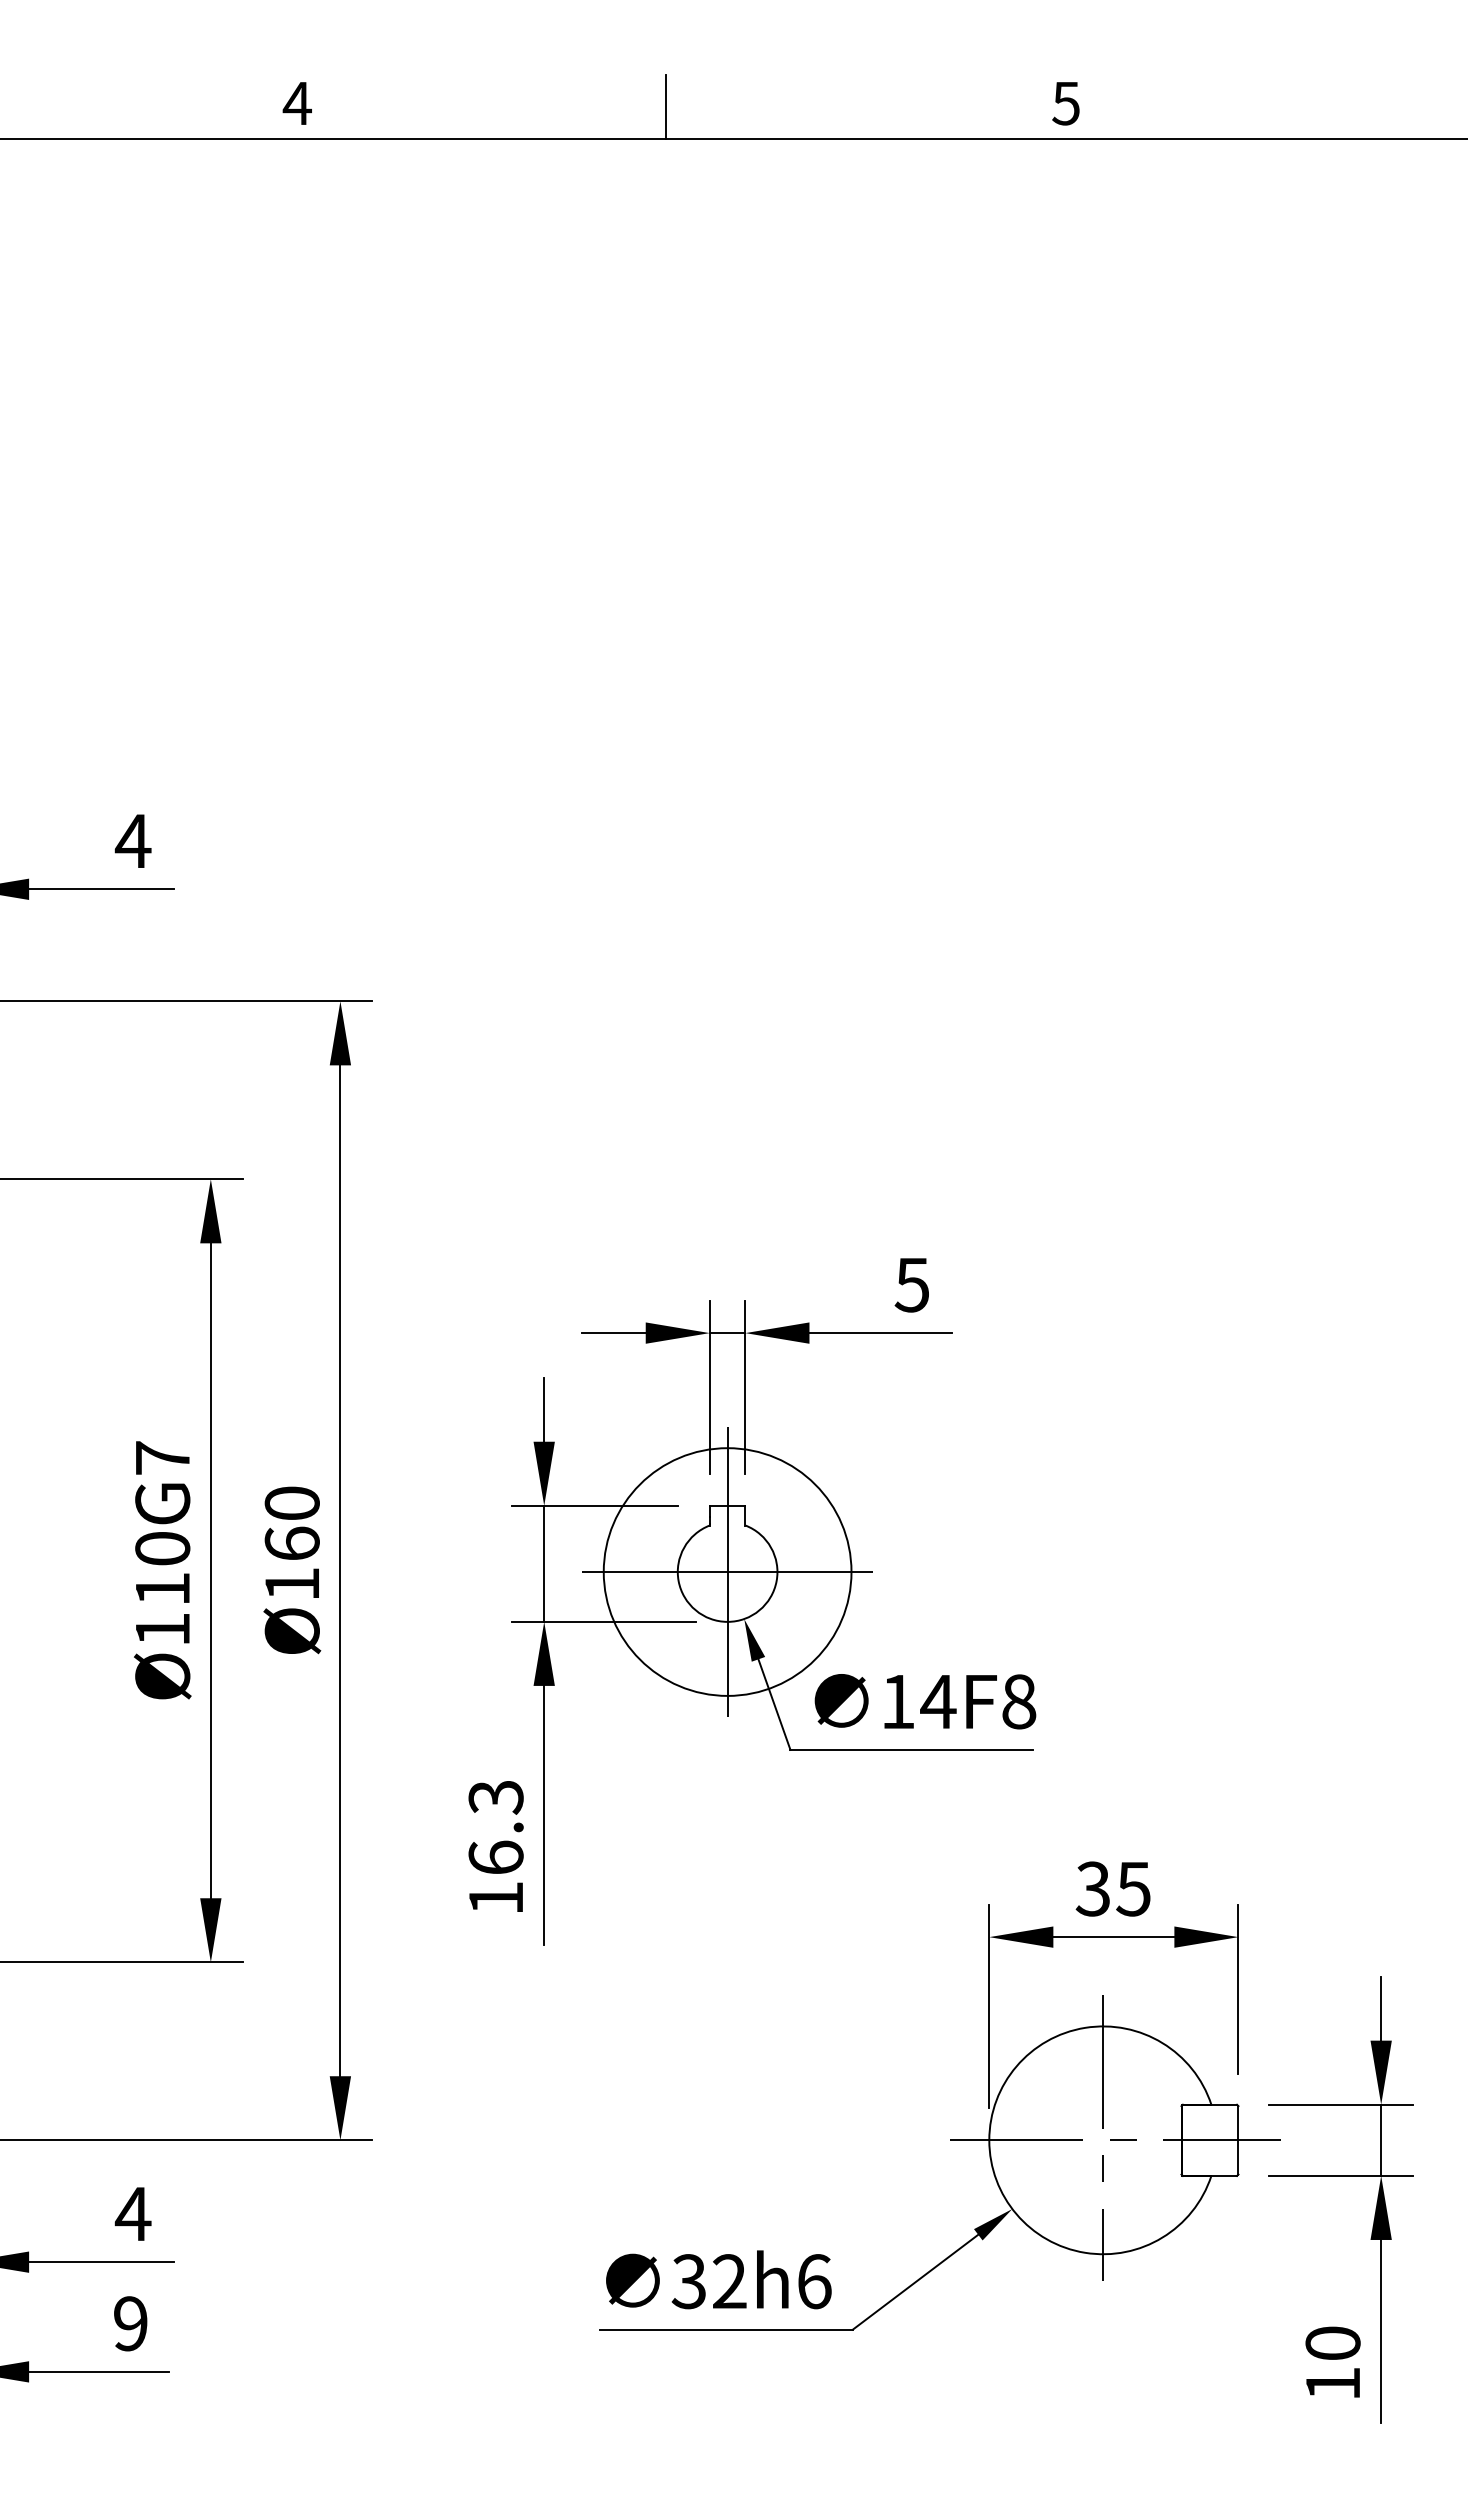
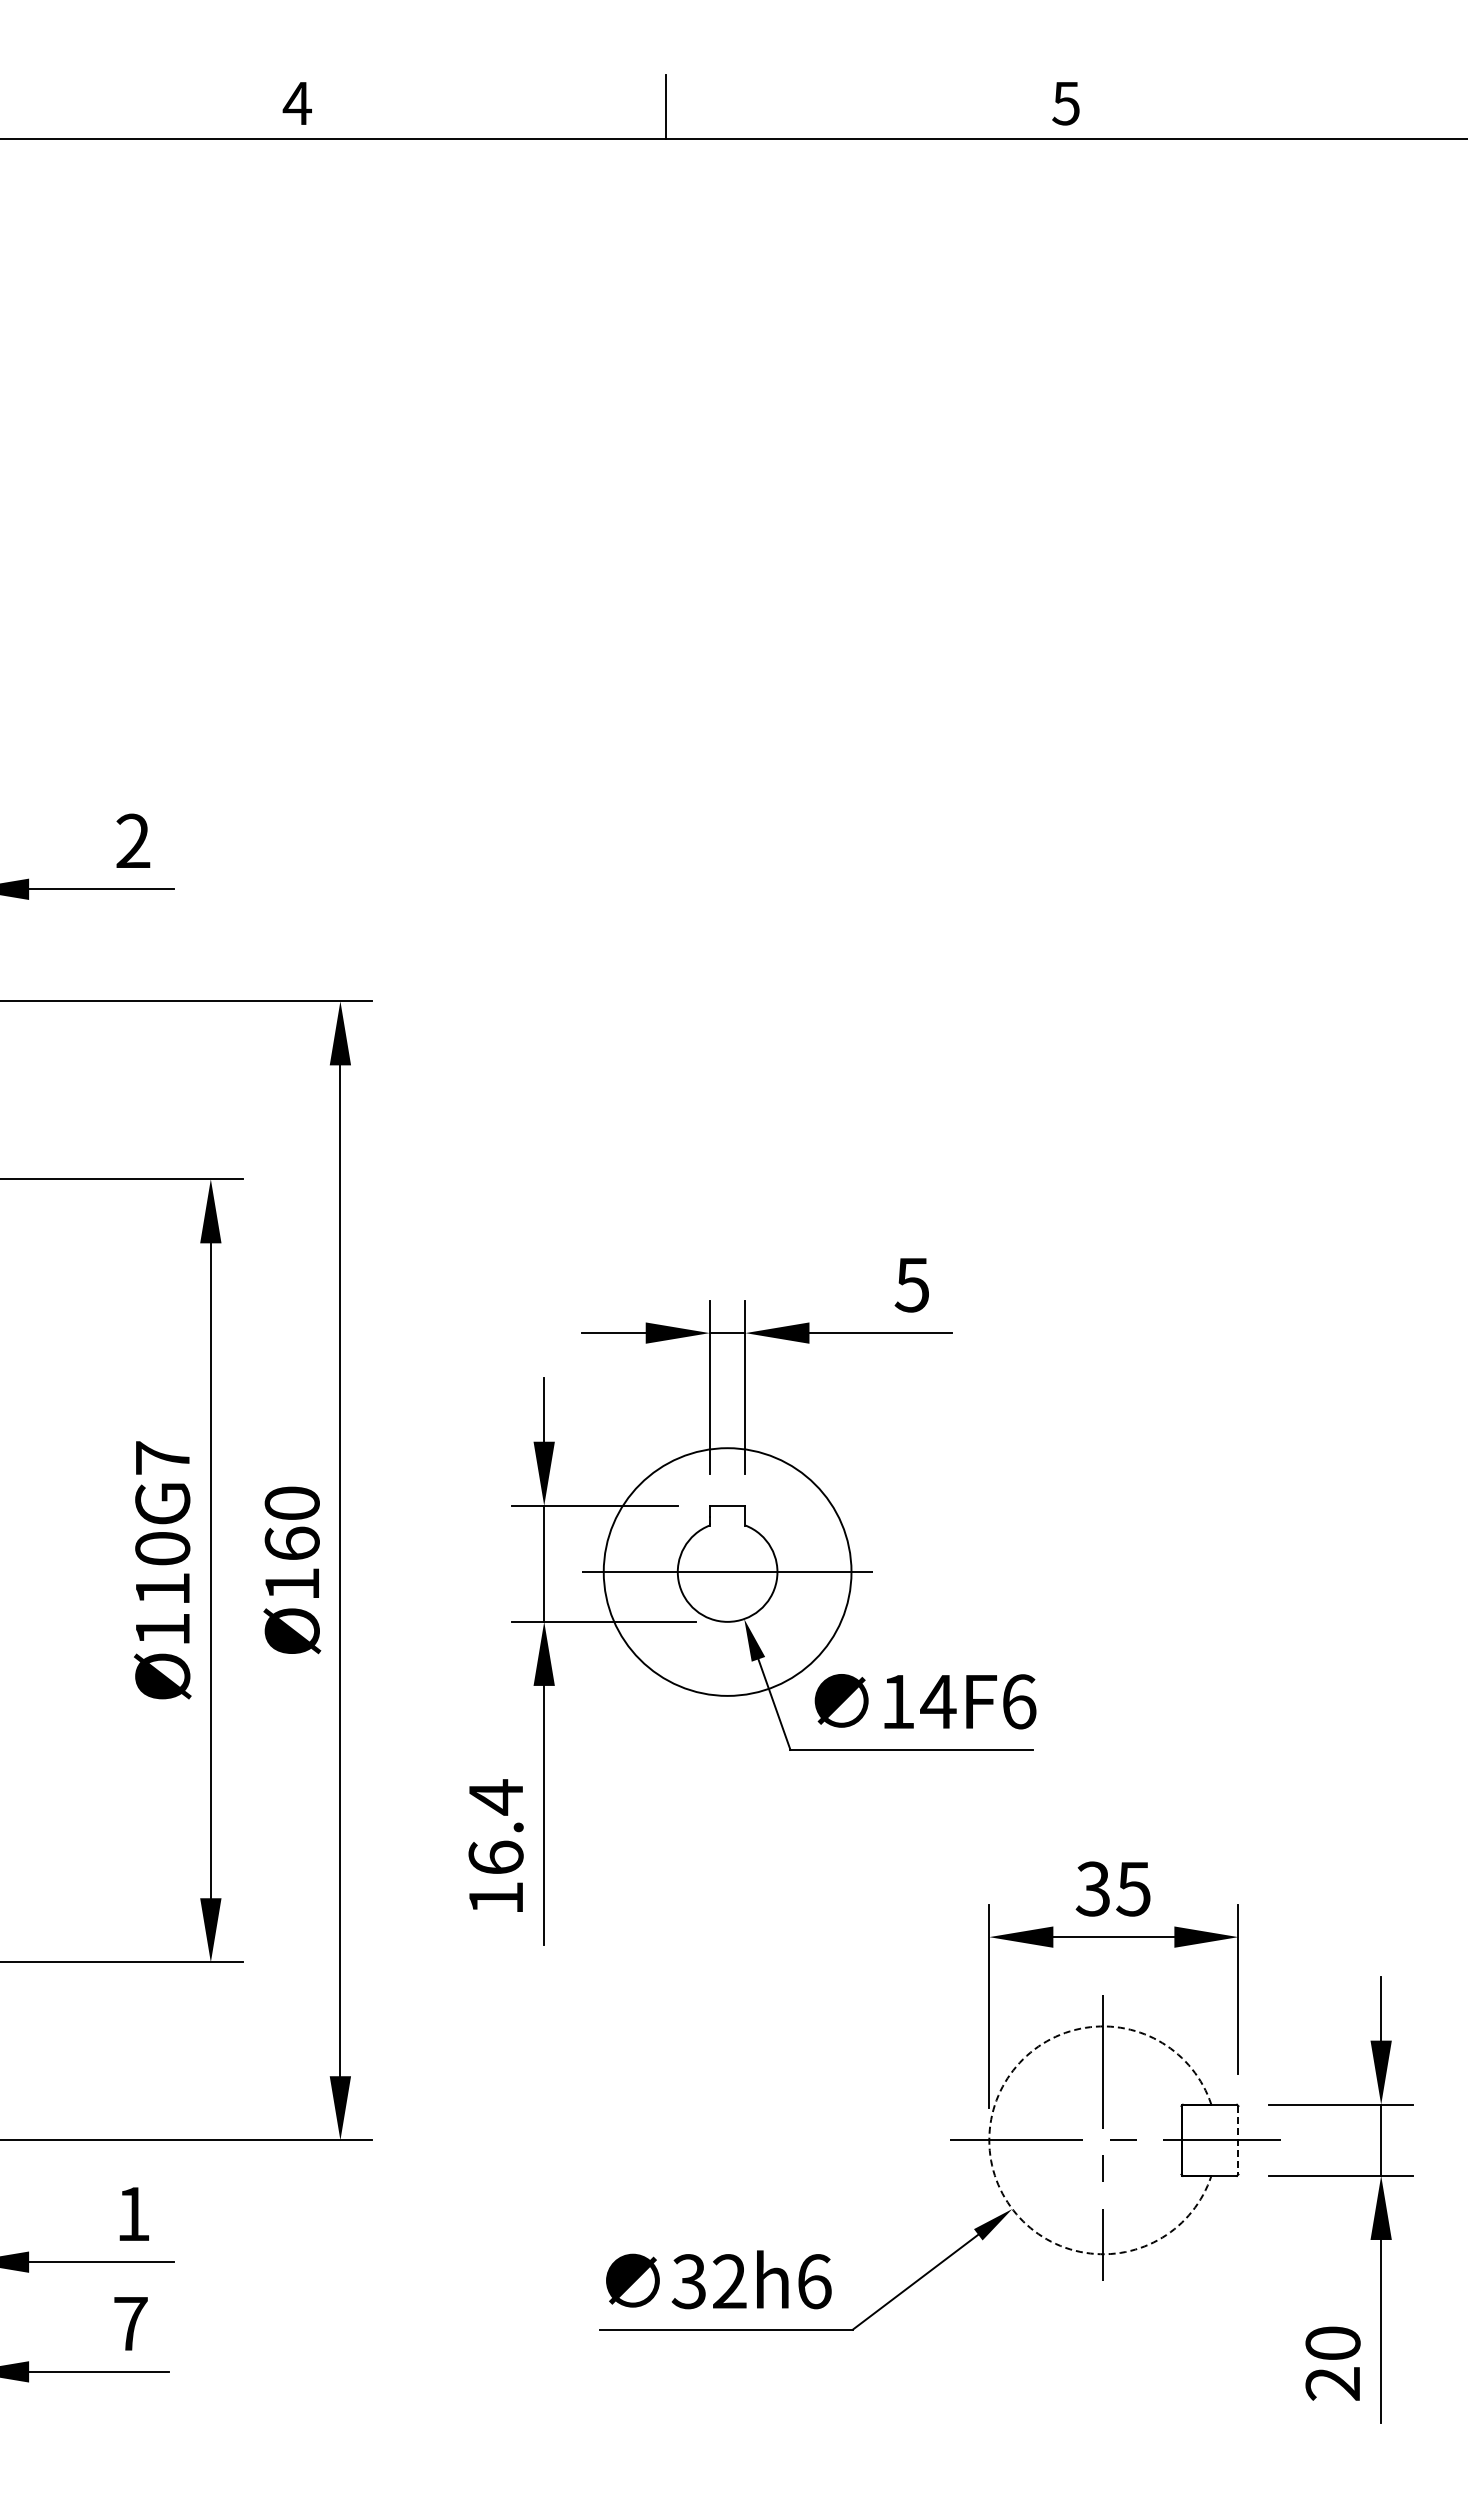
text at (132, 840): 4 -> 2
line at (727, 1571): present -> none
text at (1019, 1701): 14F8 -> 14F6
text at (495, 1797): 16.3 -> 16.4
arc at (989, 2140): solid -> dashed
line at (1238, 2140): solid -> dashed
text at (132, 2213): 4 -> 1
text at (130, 2323): 9 -> 7
text at (1332, 2383): 10 -> 20
